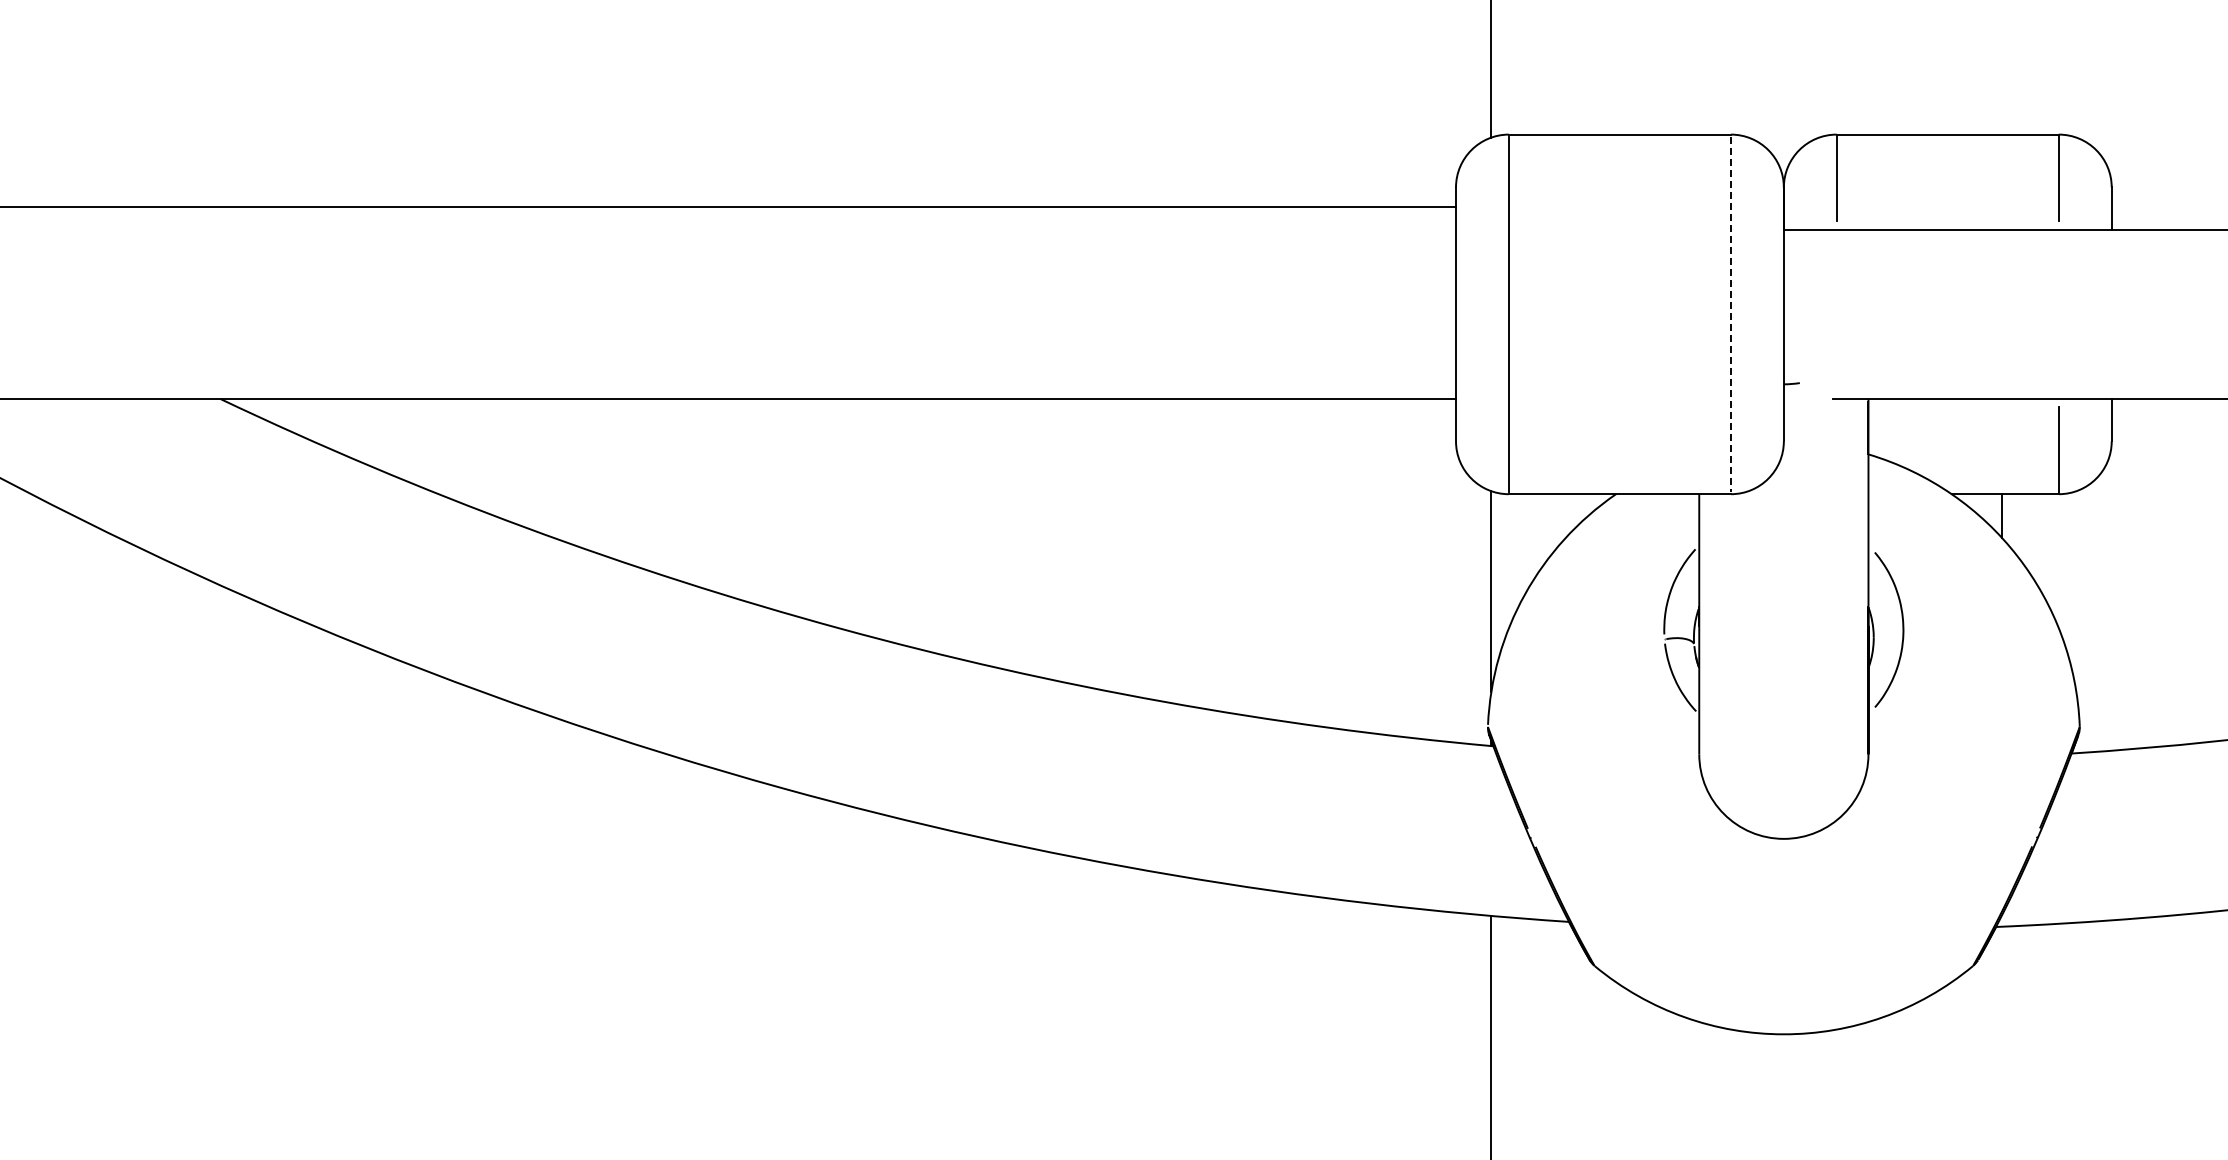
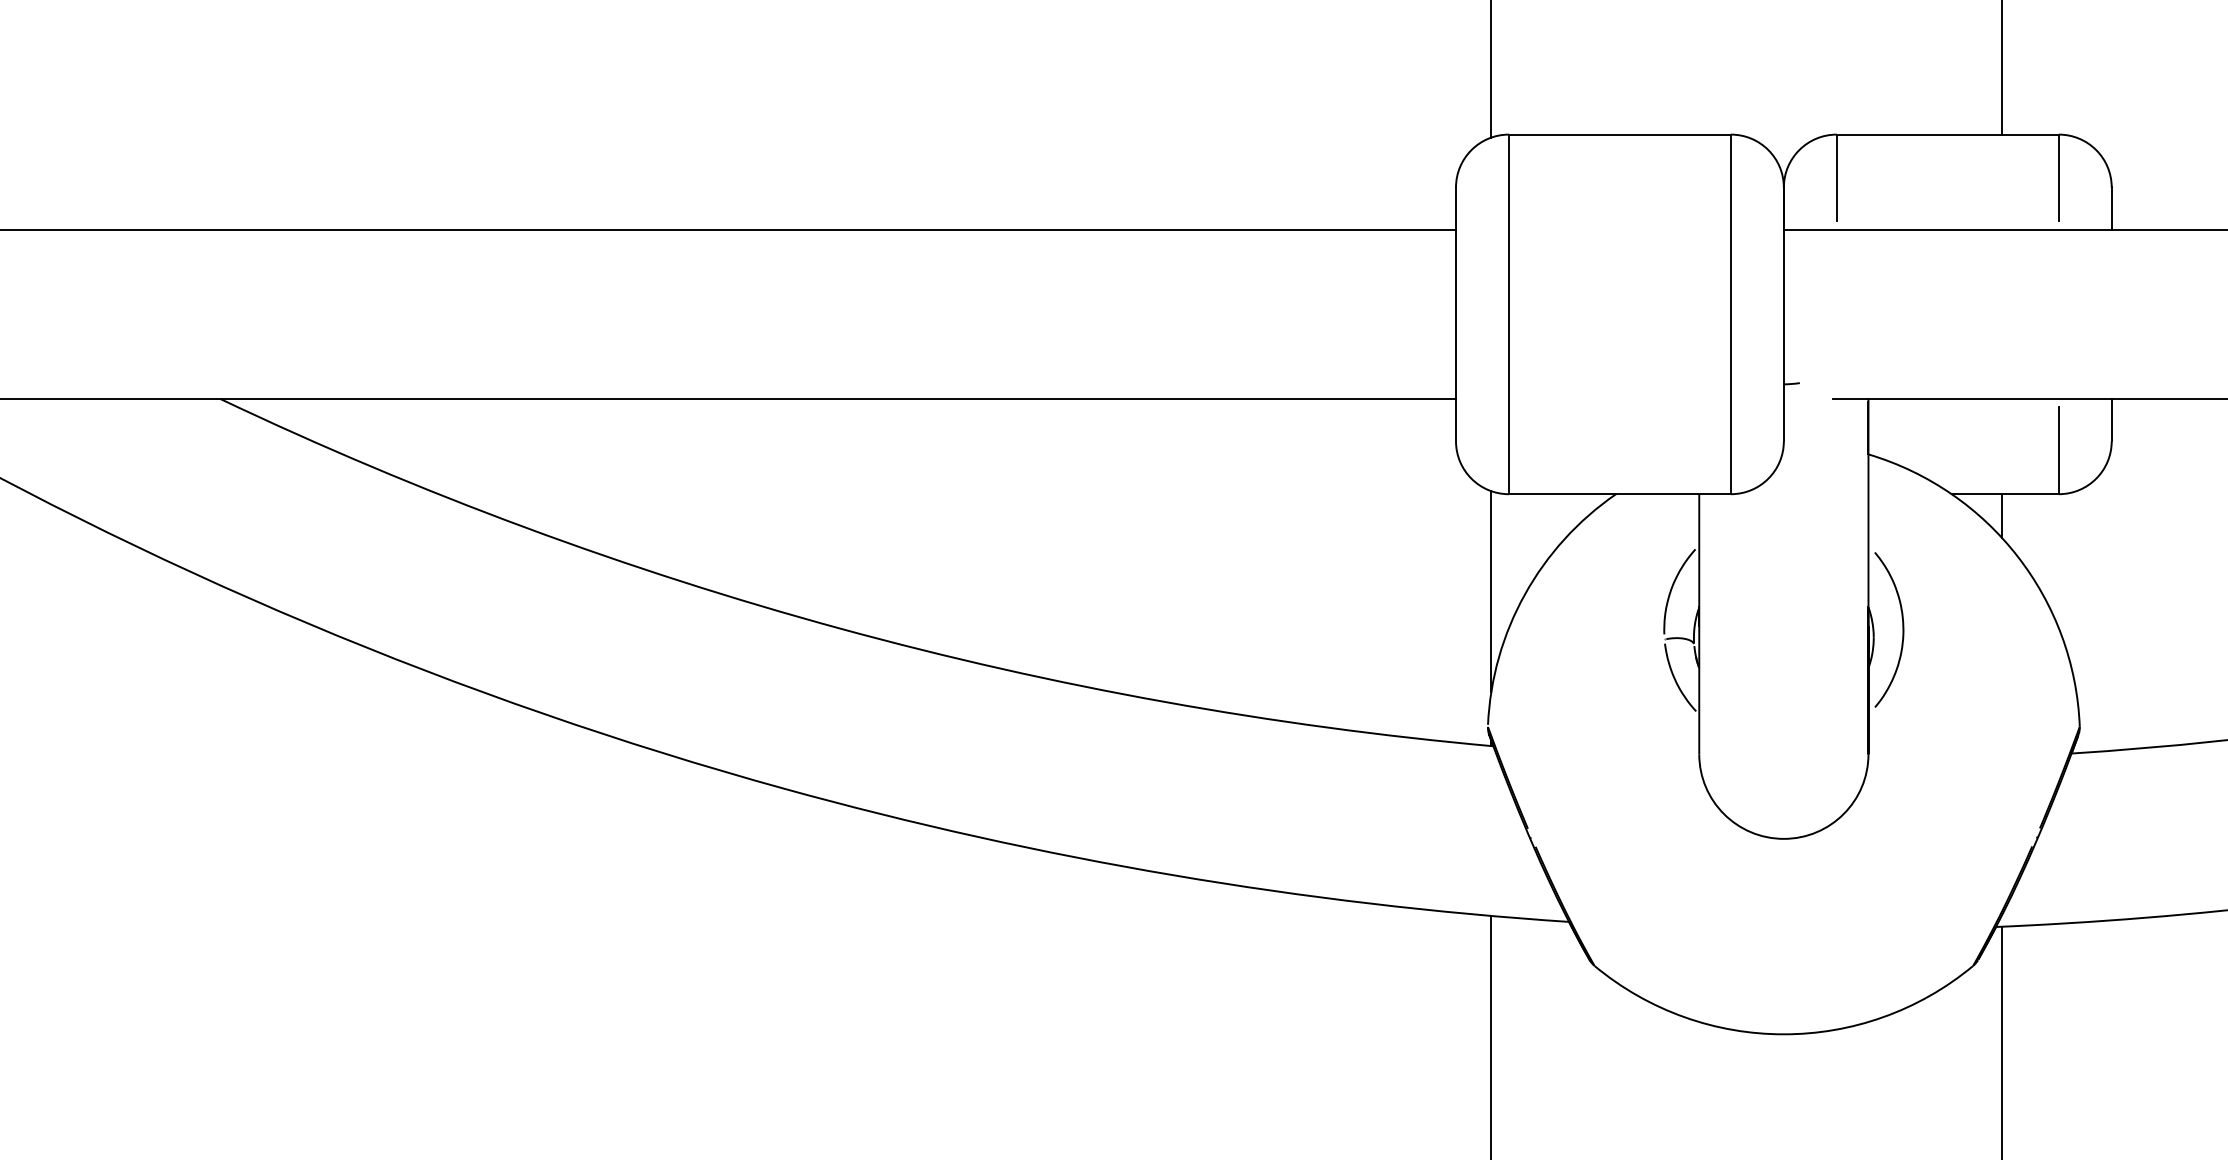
line at (2002, 68): none -> present
line at (729, 206) position: (729, 206) -> (729, 229)
line at (1730, 314): dashed -> solid
line at (2002, 1041): none -> present
